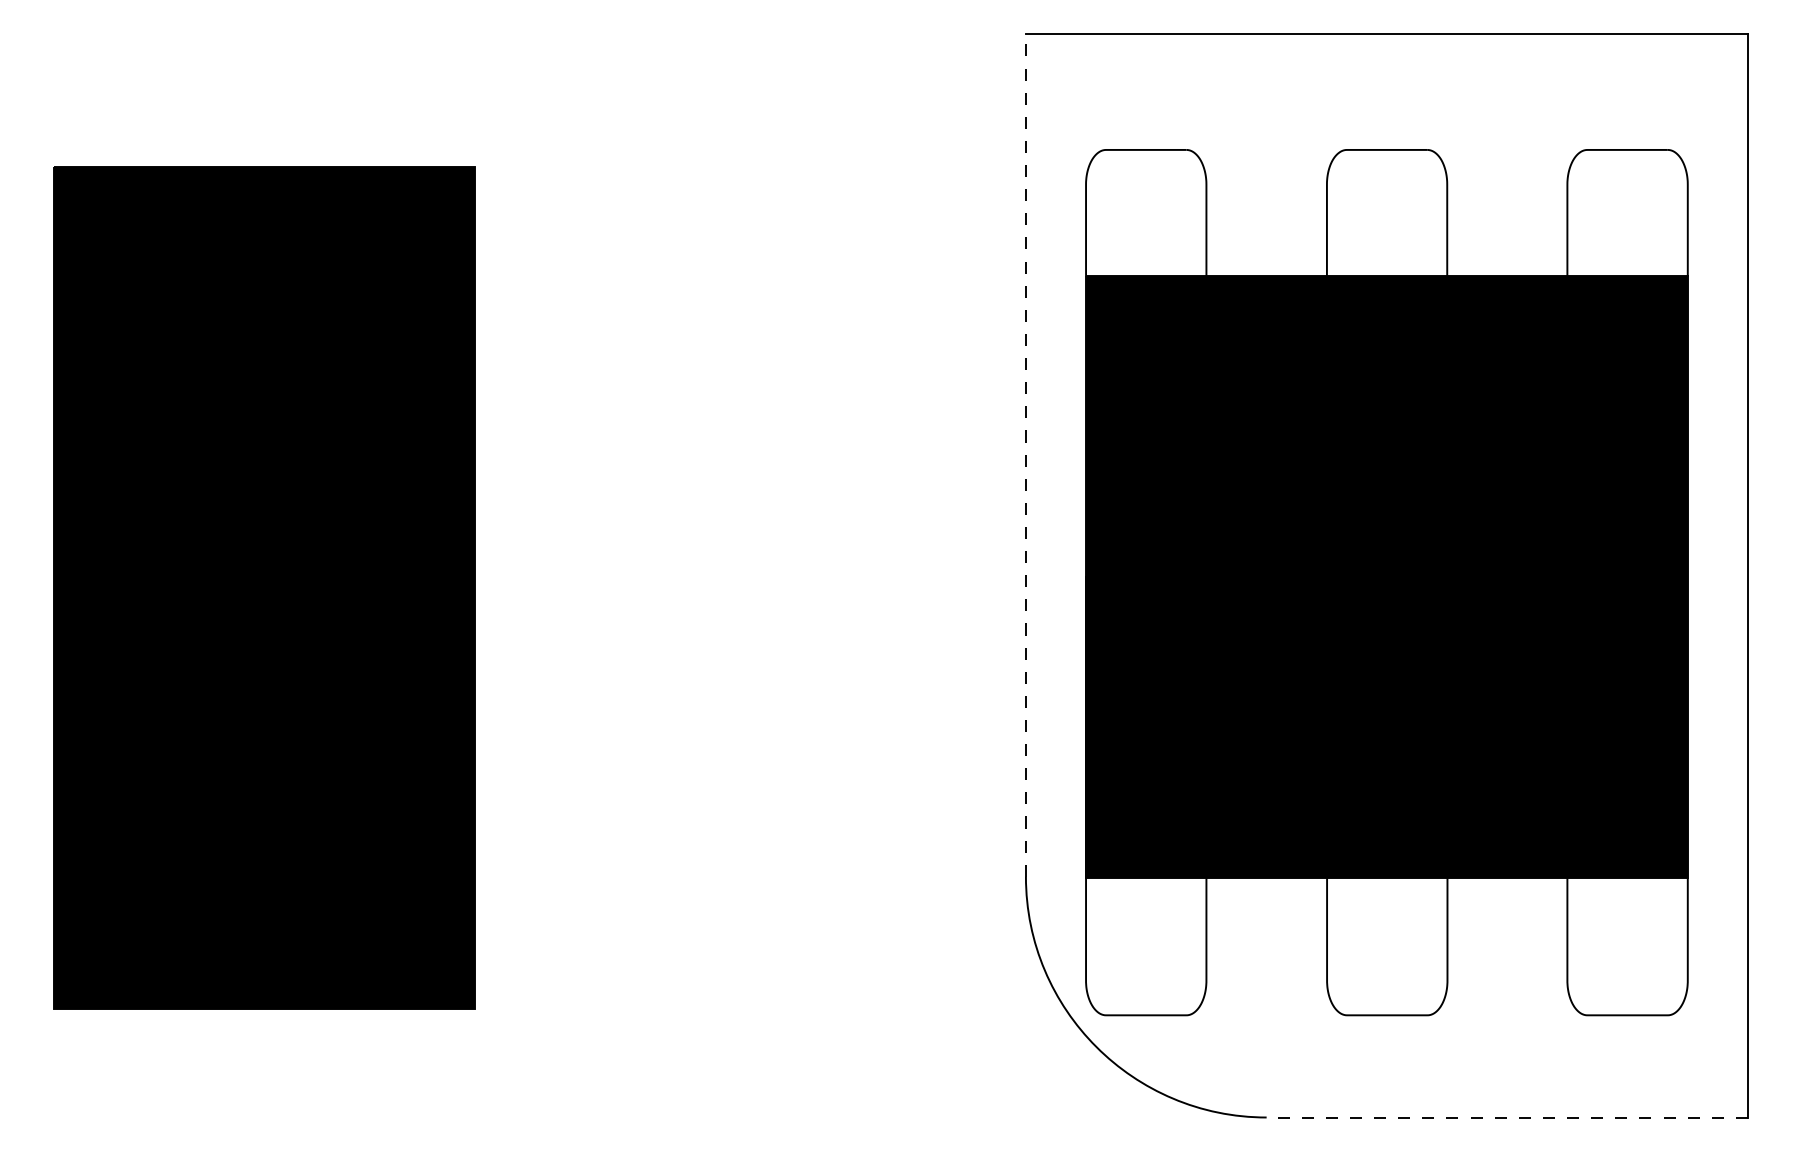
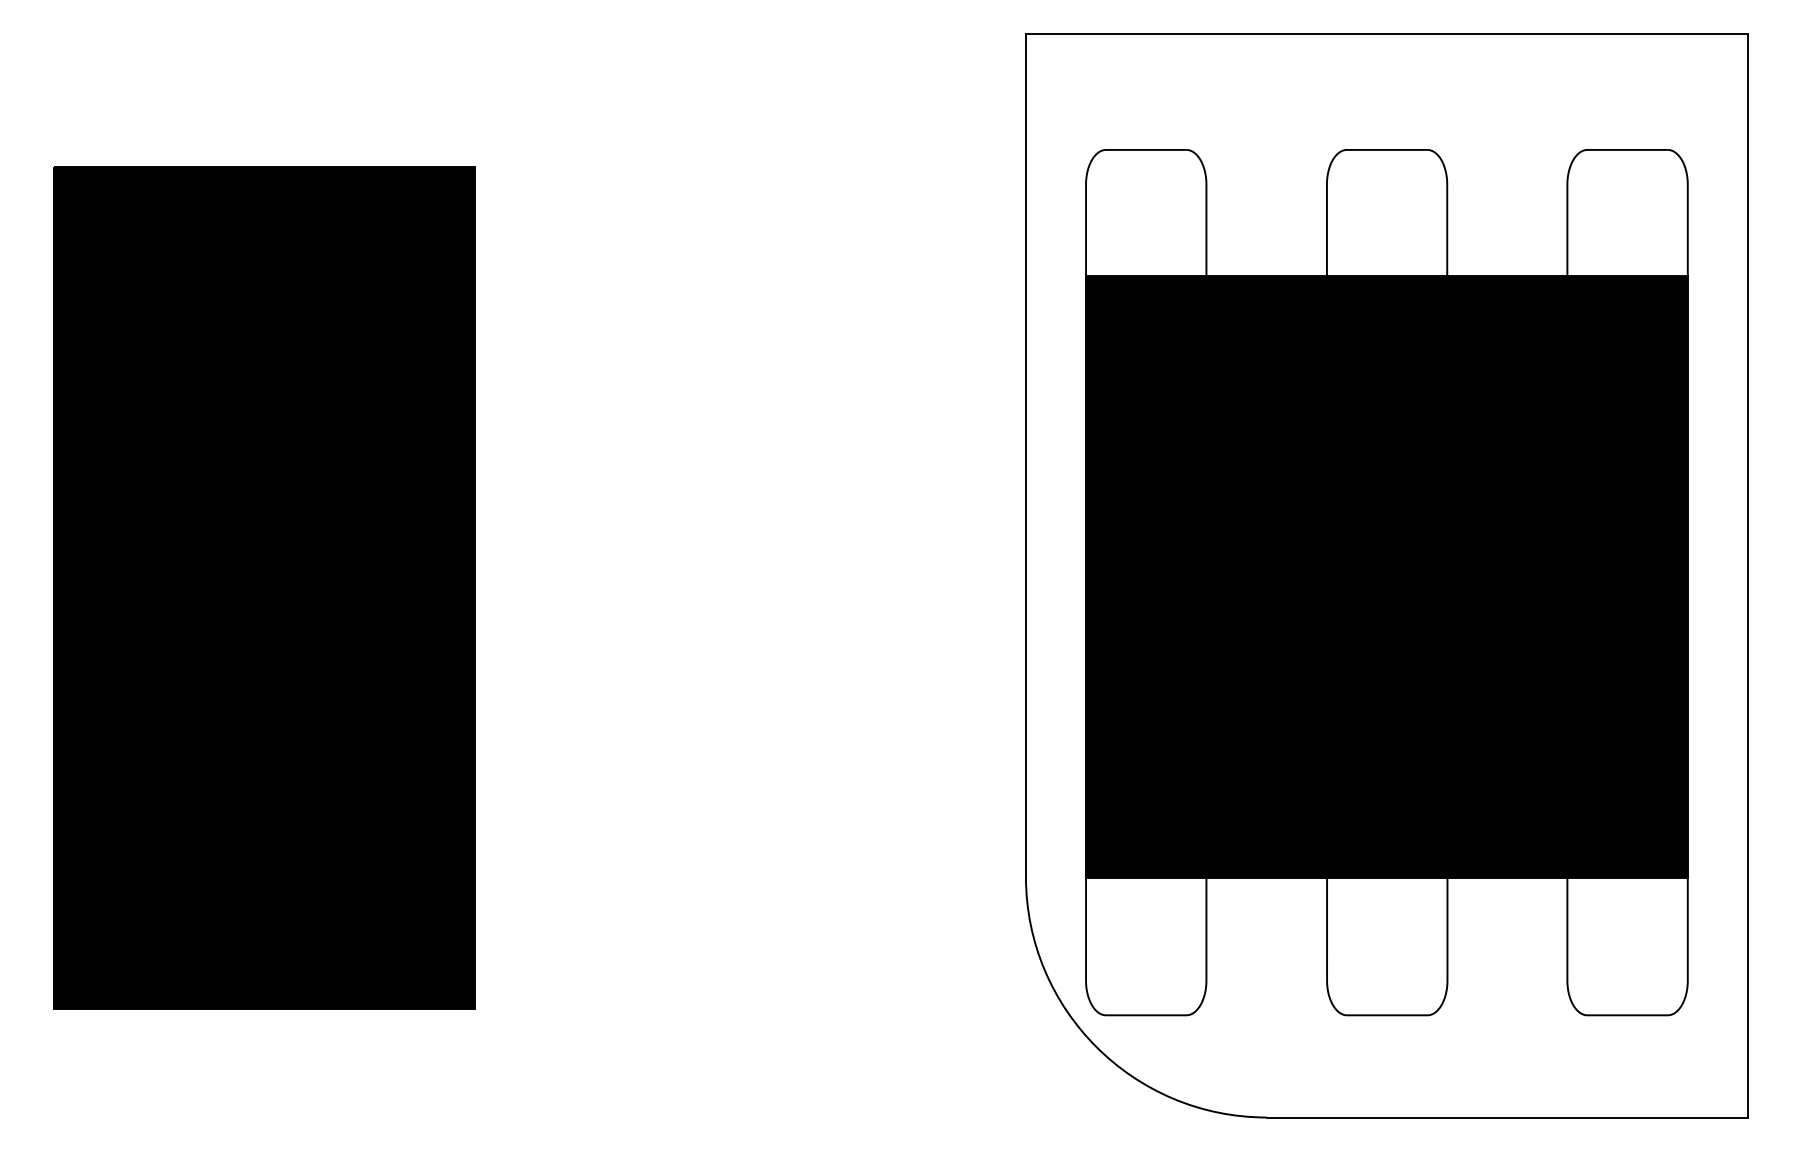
line at (1025, 455): dashed -> solid
line at (1507, 1117): dashed -> solid
